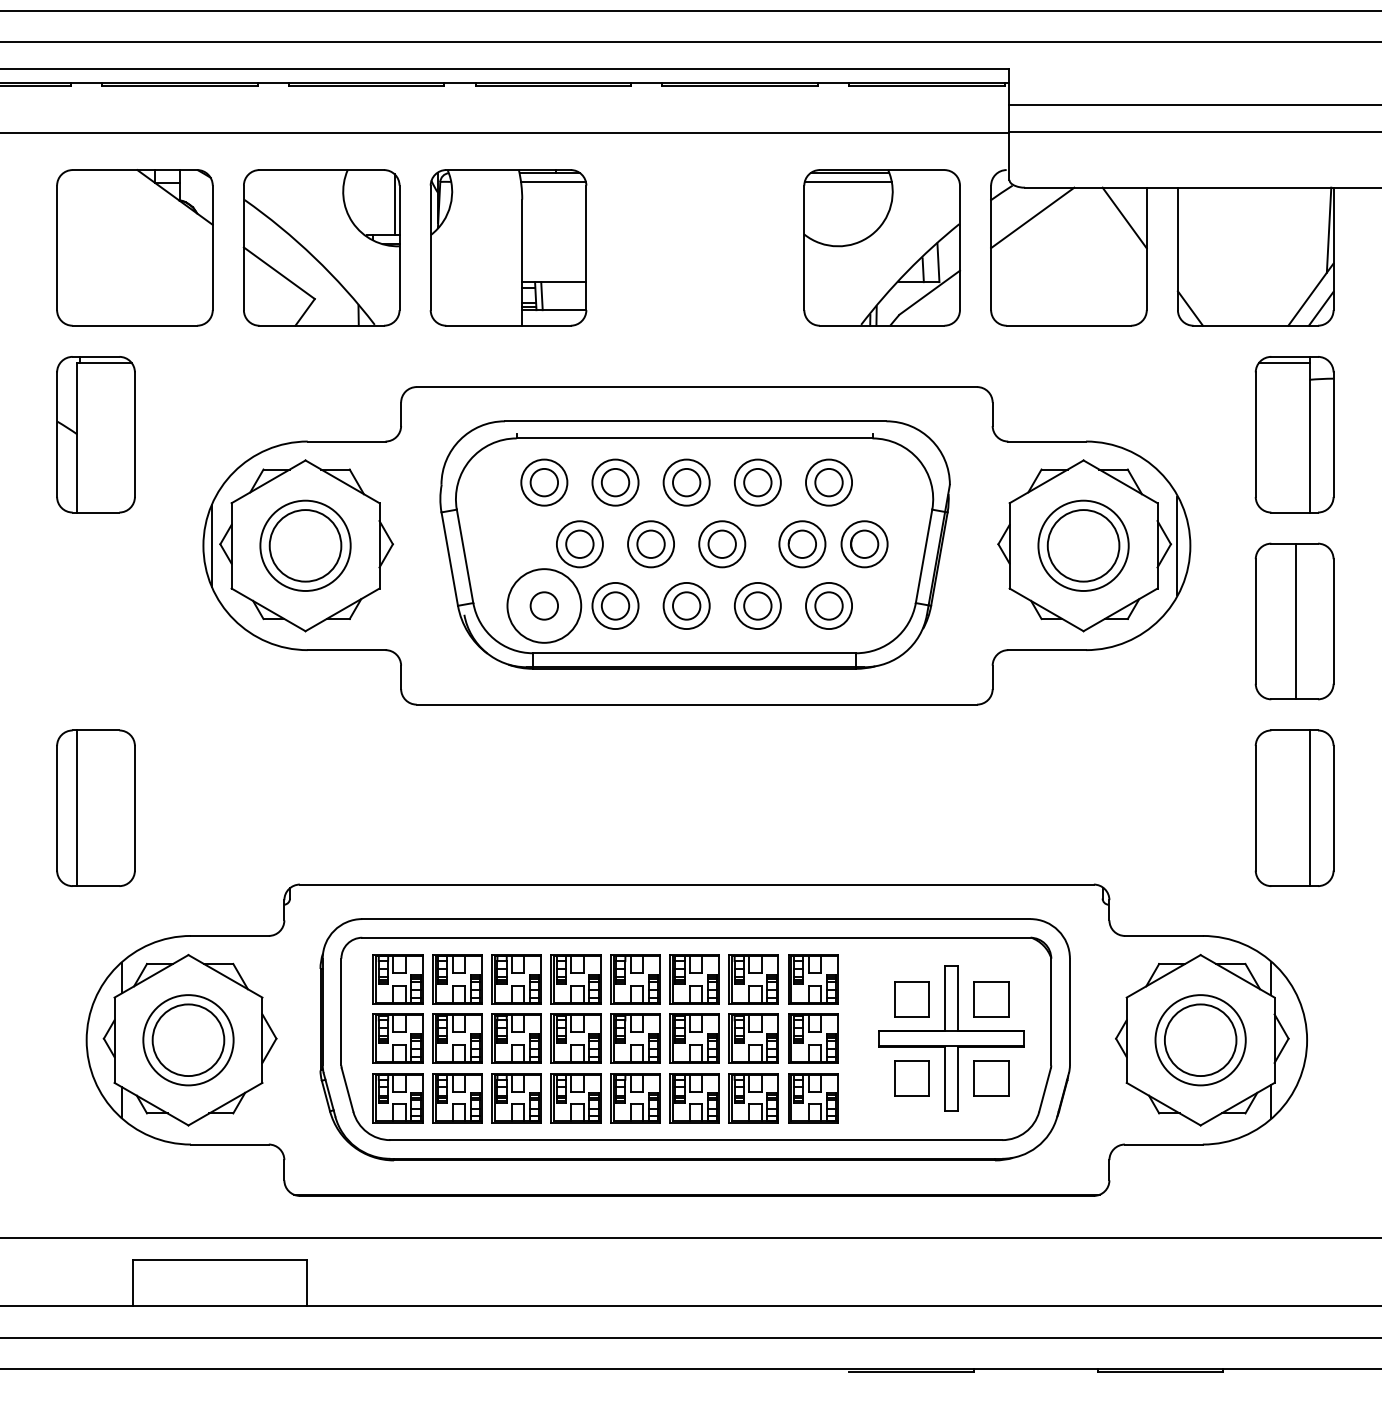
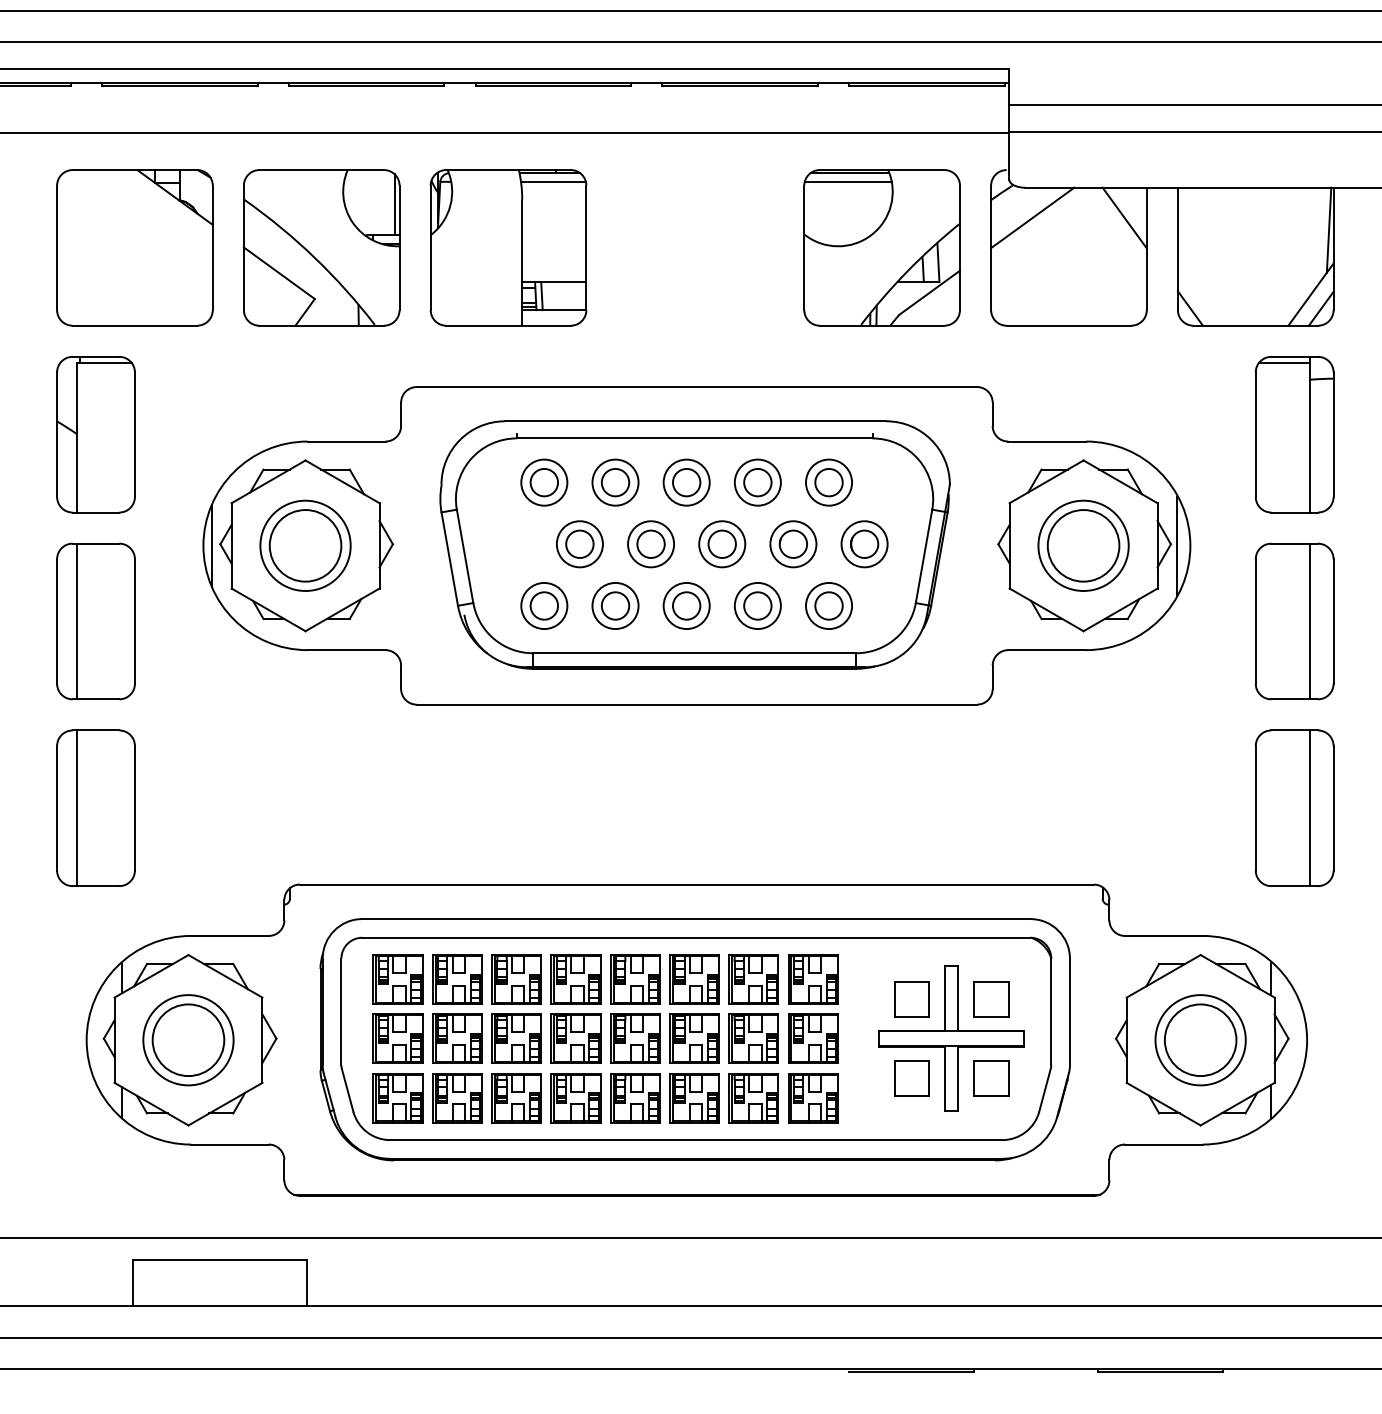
part at (802, 544) position: (802, 544) -> (793, 544)
circle at (544, 605) diameter: 74 px -> 46 px
part at (95, 621): none -> present
line at (1295, 621) position: (1295, 621) -> (1309, 621)
